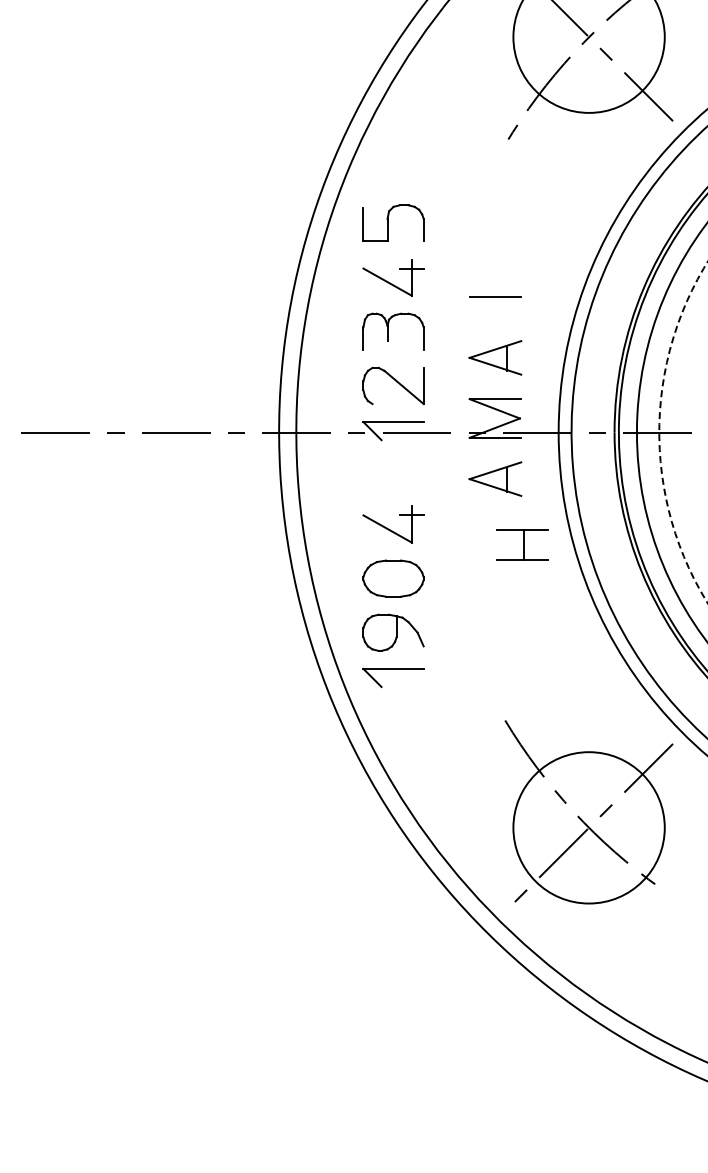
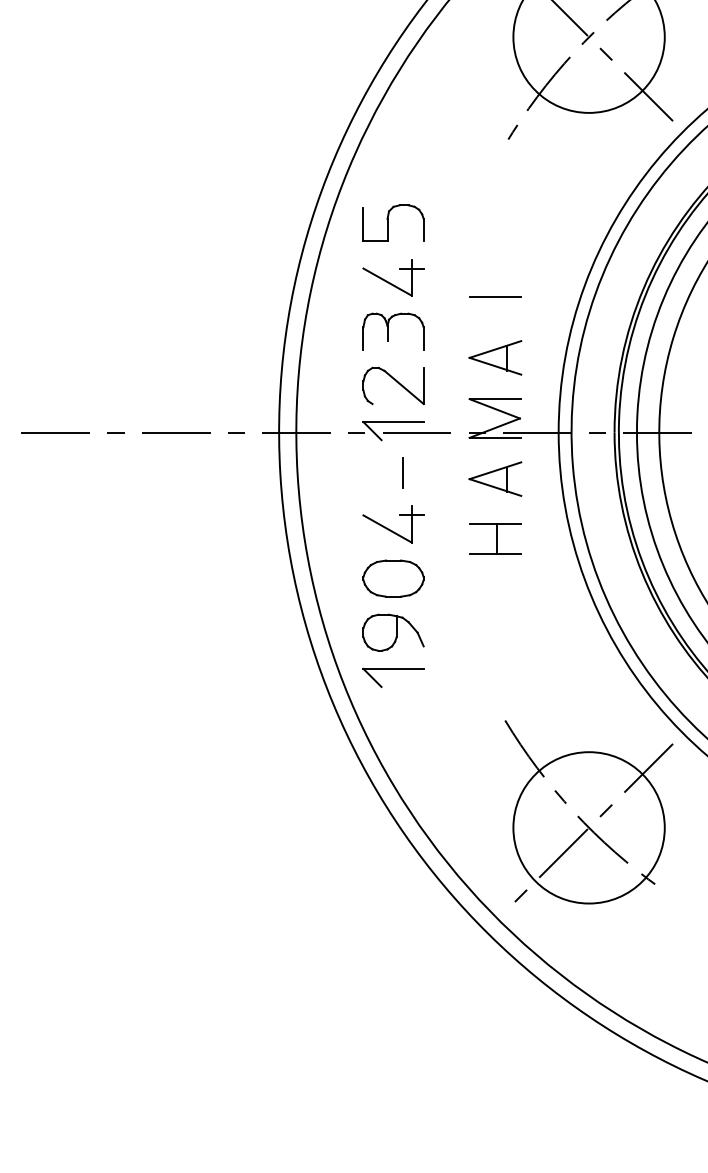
arc at (659, 436): dashed -> solid
line at (402, 473): none -> present
part at (522, 544) position: (522, 544) -> (495, 538)
